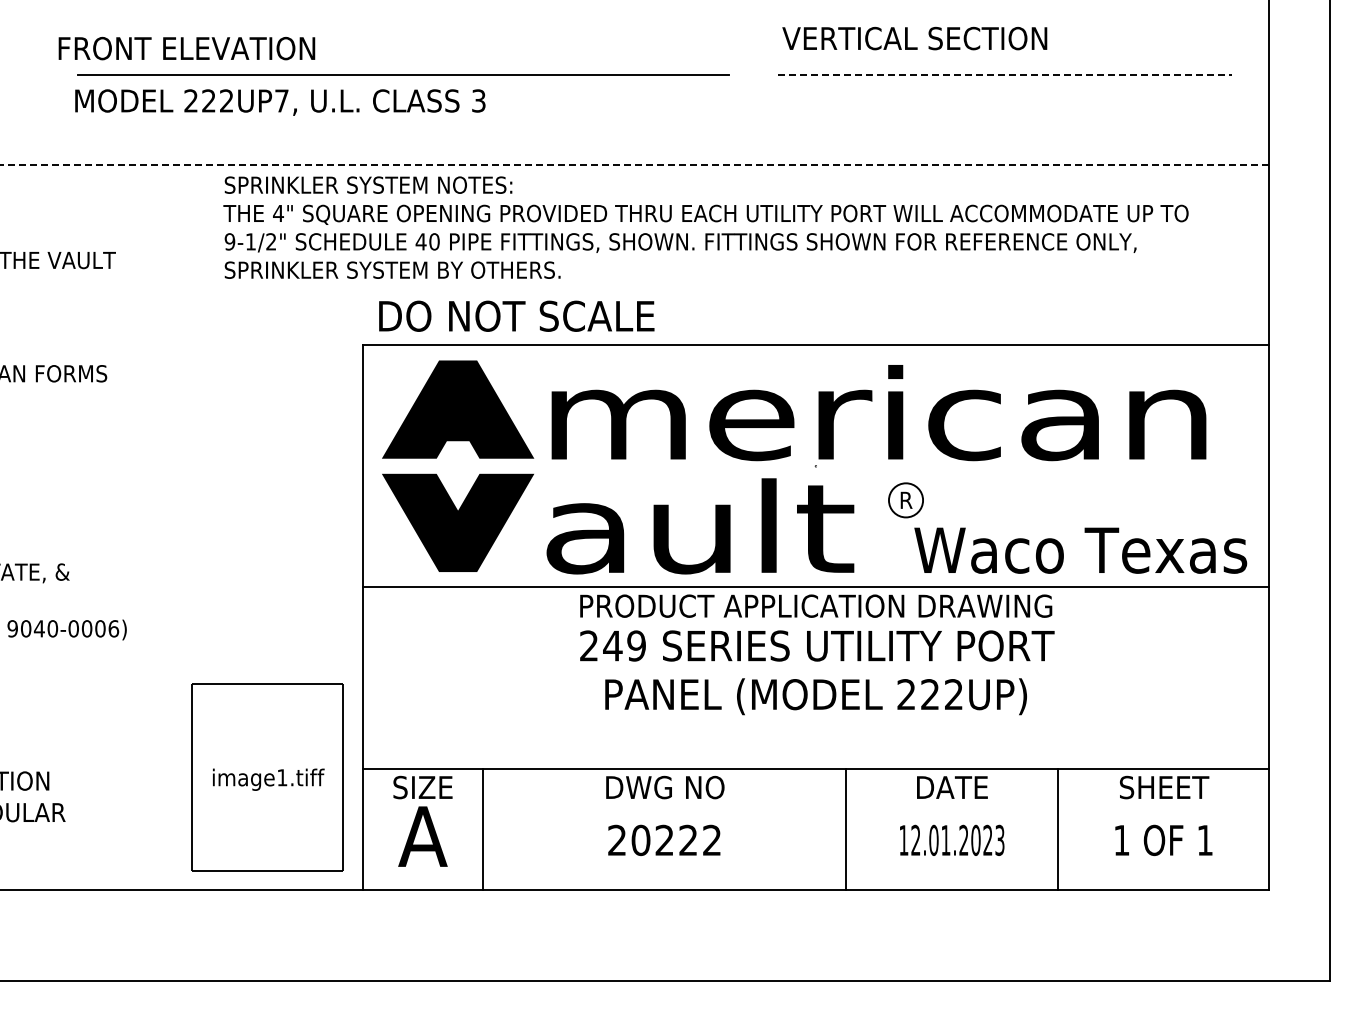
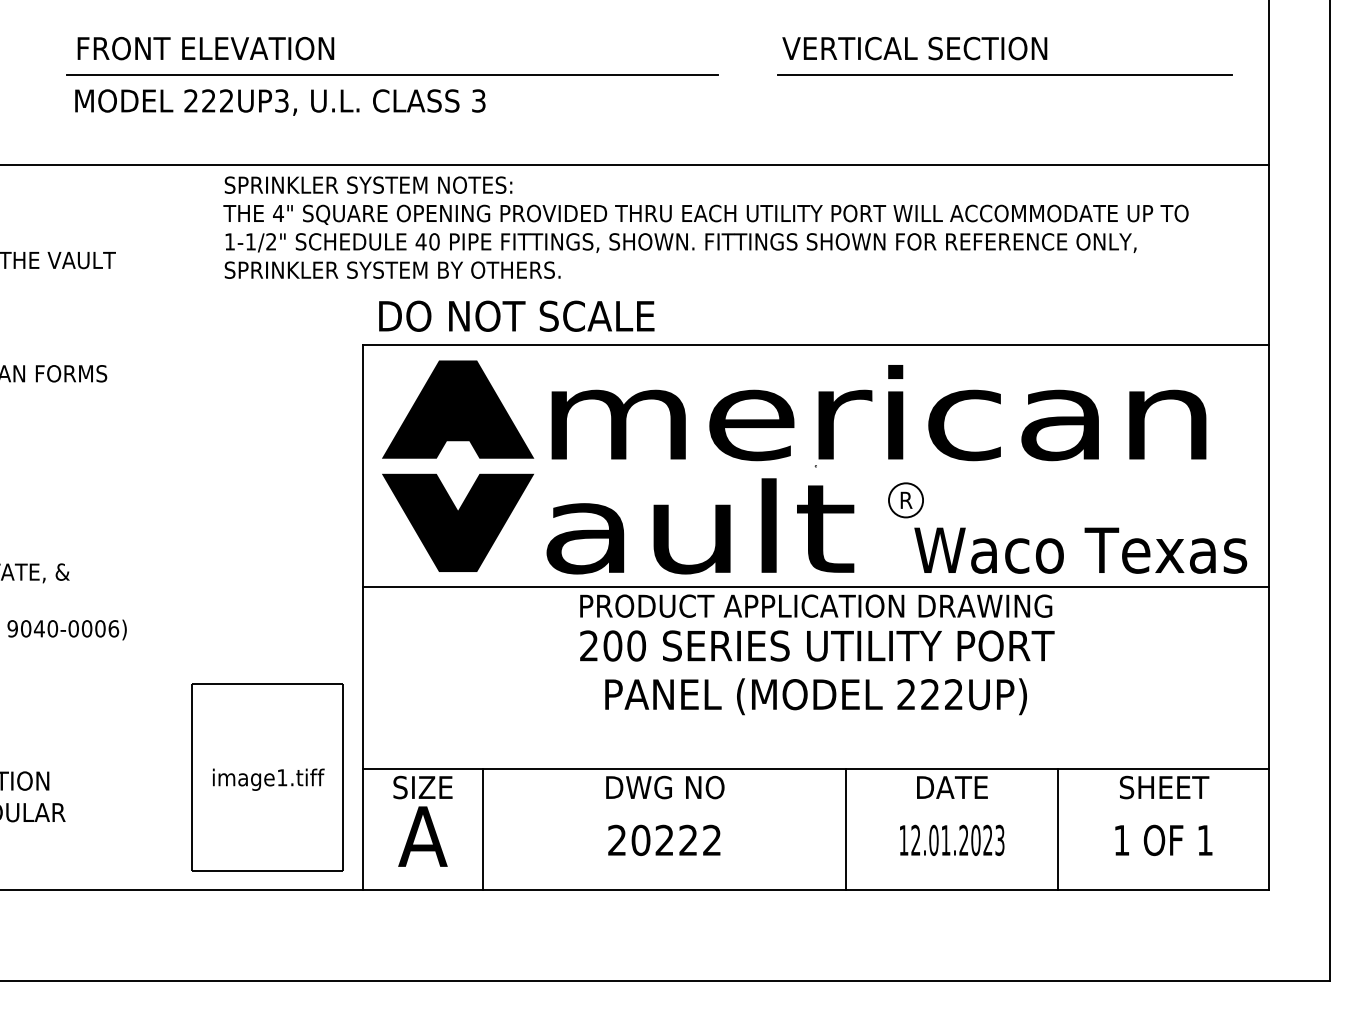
text at (914, 38) position: (914, 38) -> (914, 48)
text at (186, 48) position: (186, 48) -> (205, 48)
line at (403, 74) position: (403, 74) -> (392, 74)
line at (1004, 74): dashed -> solid
text at (281, 100): 222UP7, -> 222UP3,
line at (634, 165): dashed -> solid
text at (229, 241): 9-1/2" -> 1-1/2"
text at (624, 645): 249 -> 200
